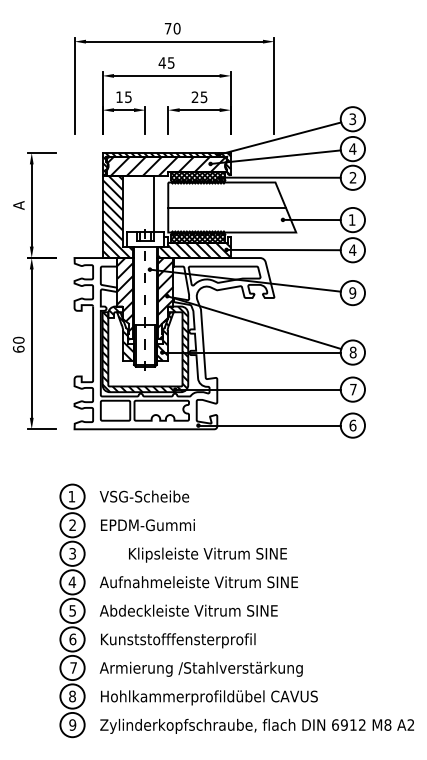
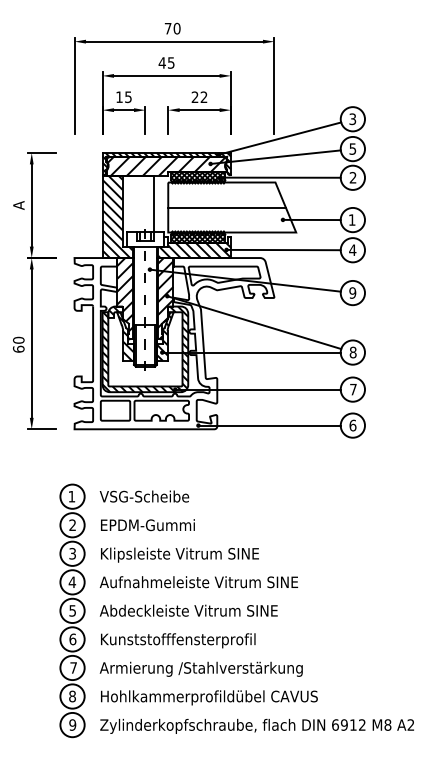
text at (203, 97): 25 -> 22
text at (352, 148): 4 -> 5
text at (207, 554) position: (207, 554) -> (179, 554)
